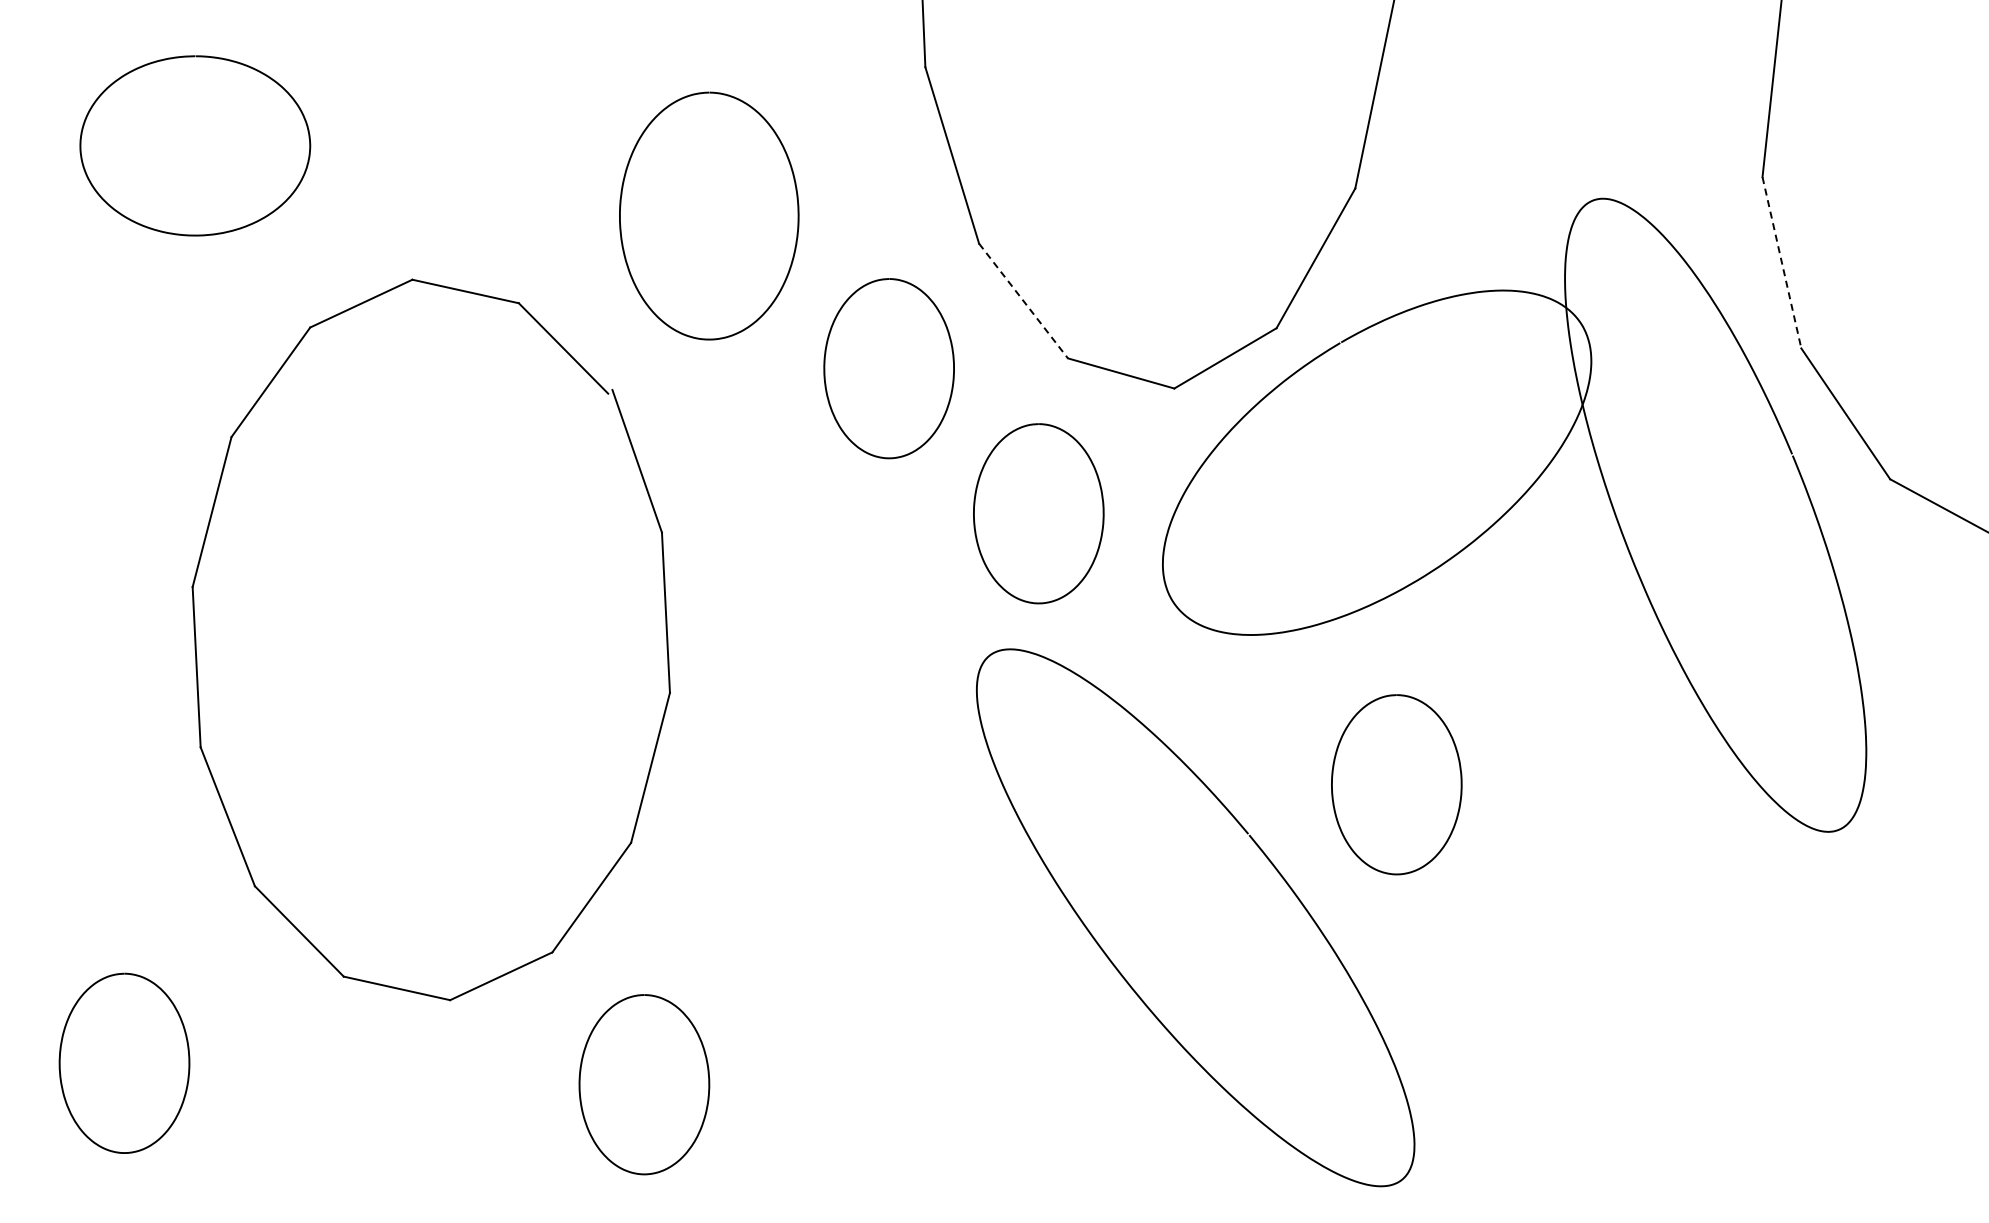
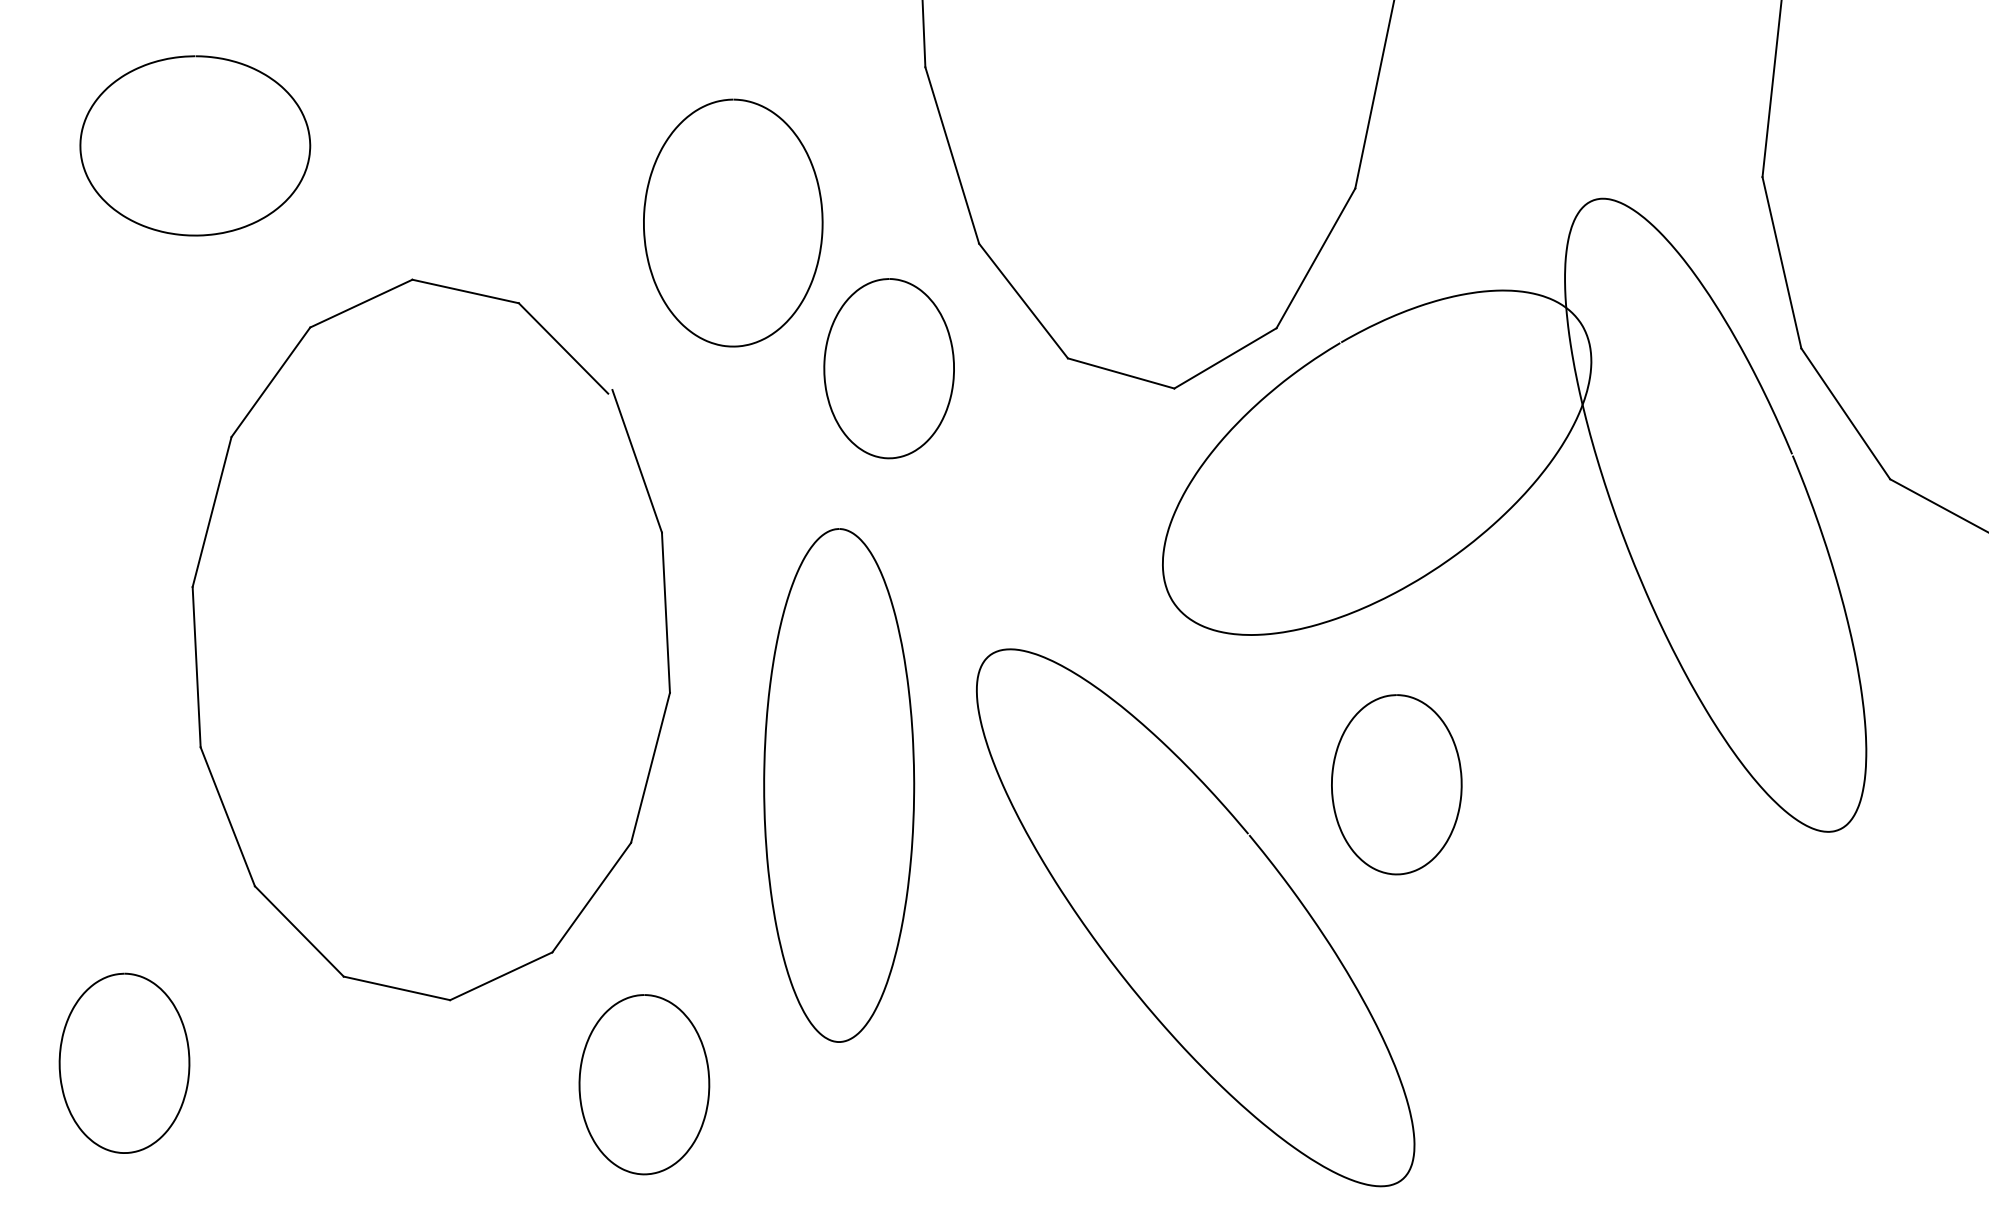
curve at (797, 215) position: (797, 215) -> (821, 222)
line at (1781, 262): dashed -> solid
line at (1023, 301): dashed -> solid
curve at (975, 505): present -> none
curve at (765, 785): none -> present
